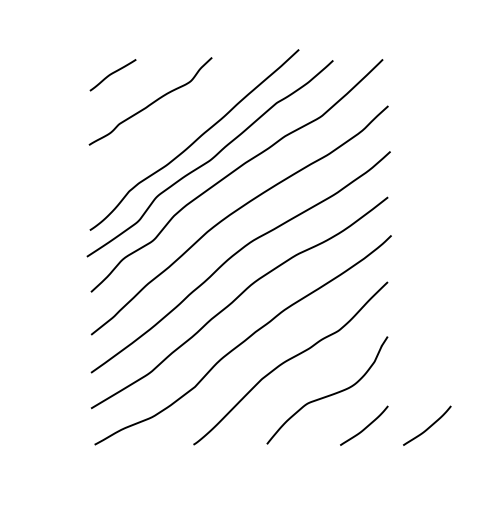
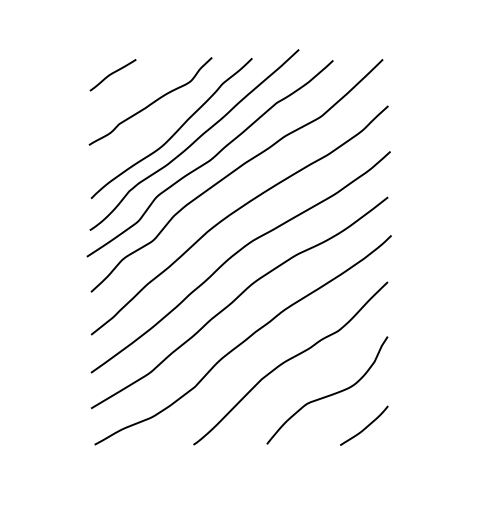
curve at (175, 131): none -> present
curve at (427, 427): present -> none
